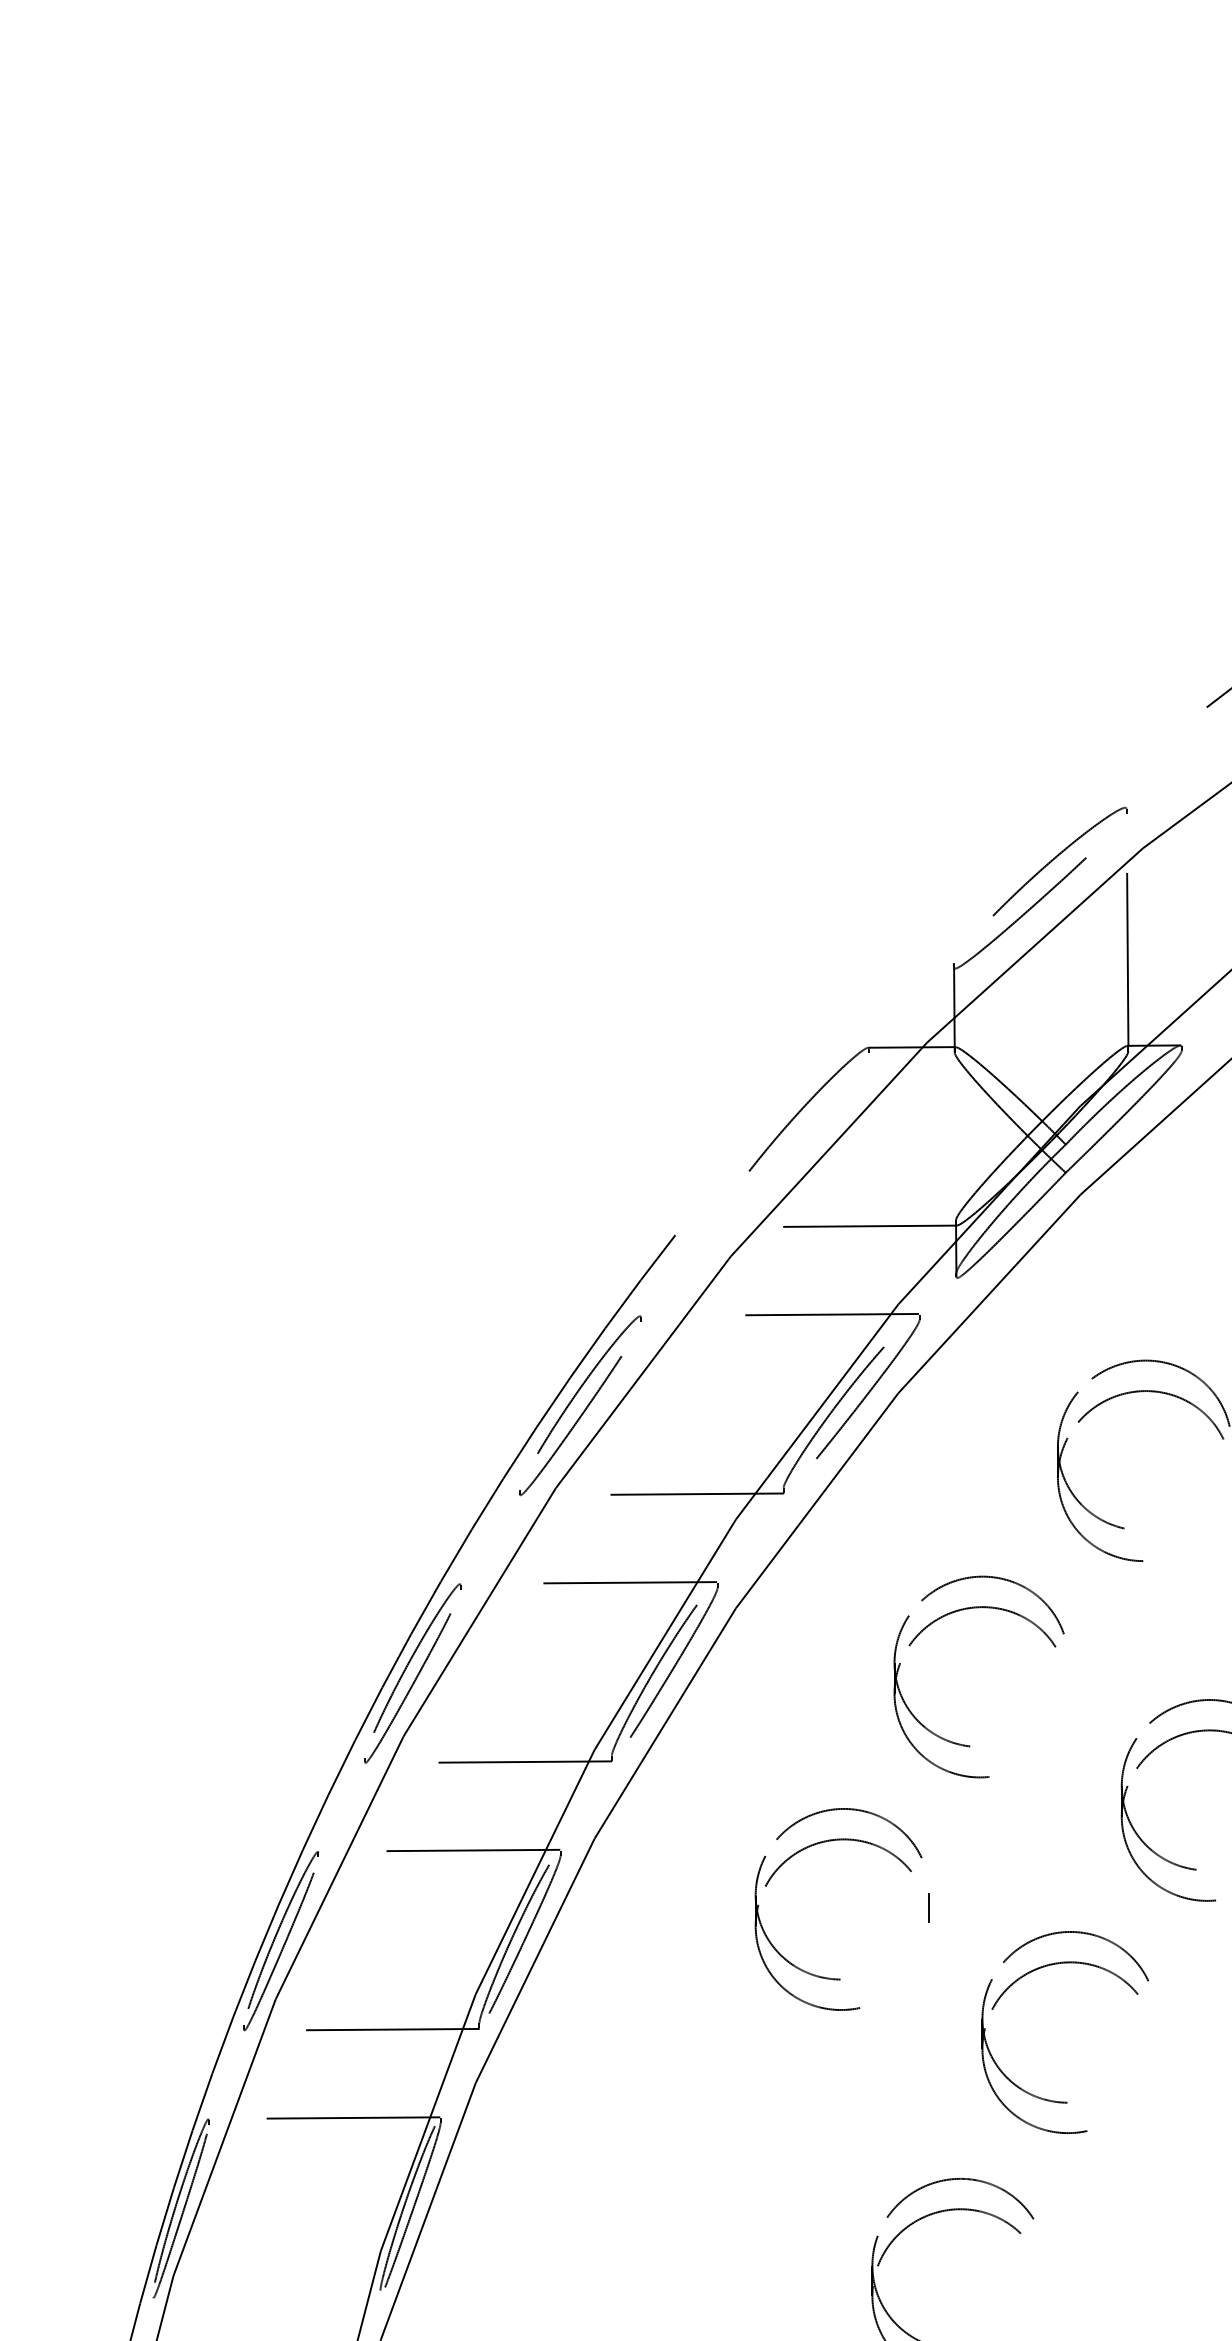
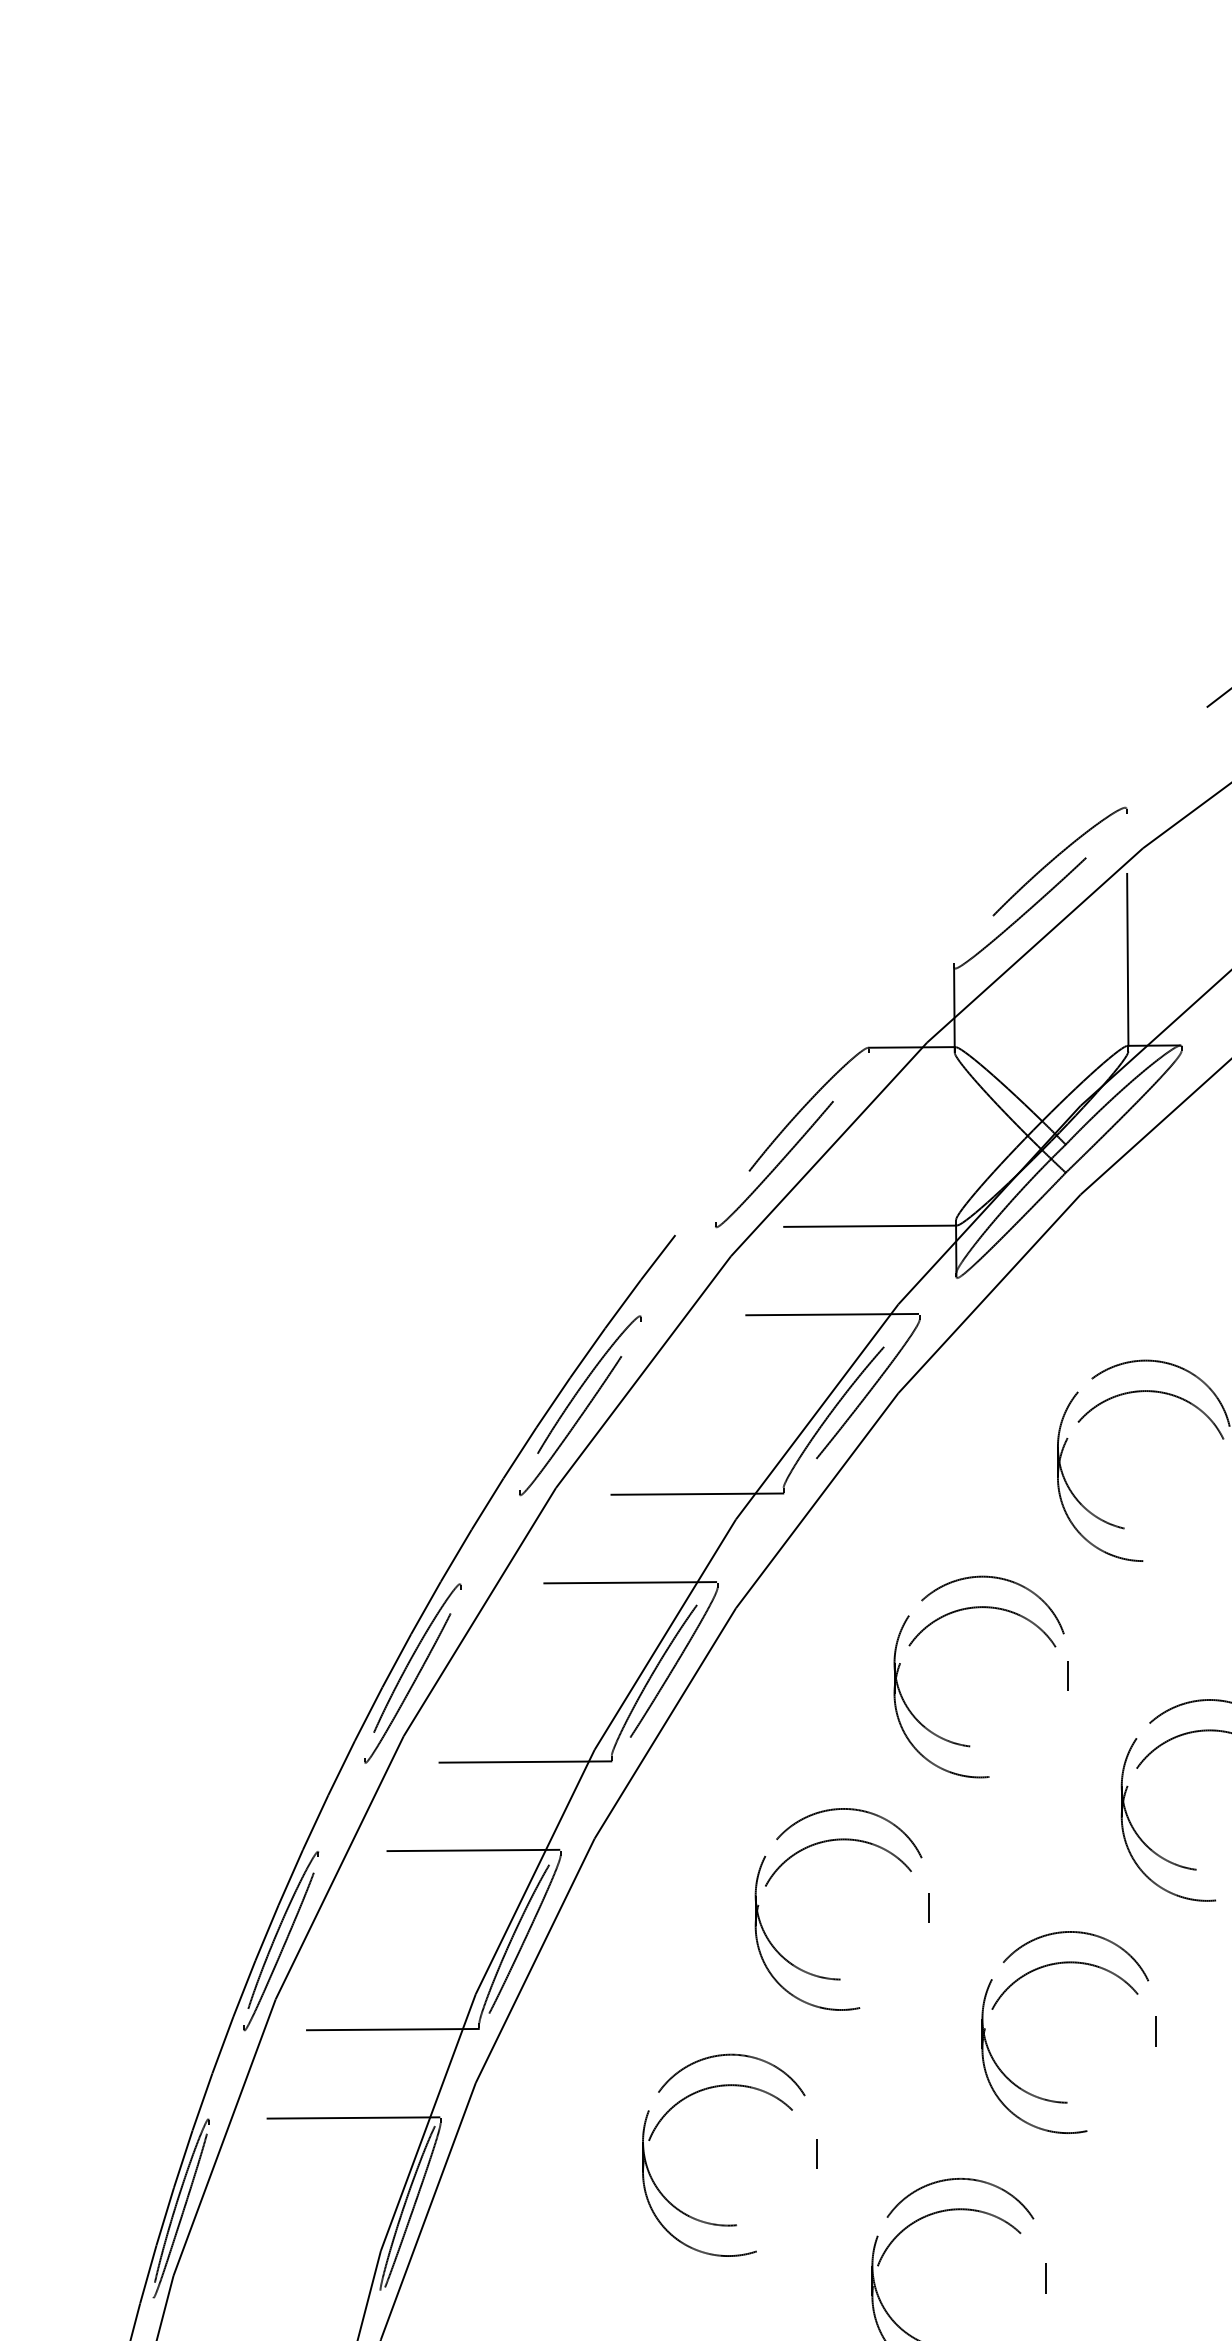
part at (774, 1164): none -> present
line at (1068, 1675): none -> present
line at (1156, 2031): none -> present
part at (699, 2092): none -> present
line at (816, 2153): none -> present
line at (1046, 2278): none -> present
